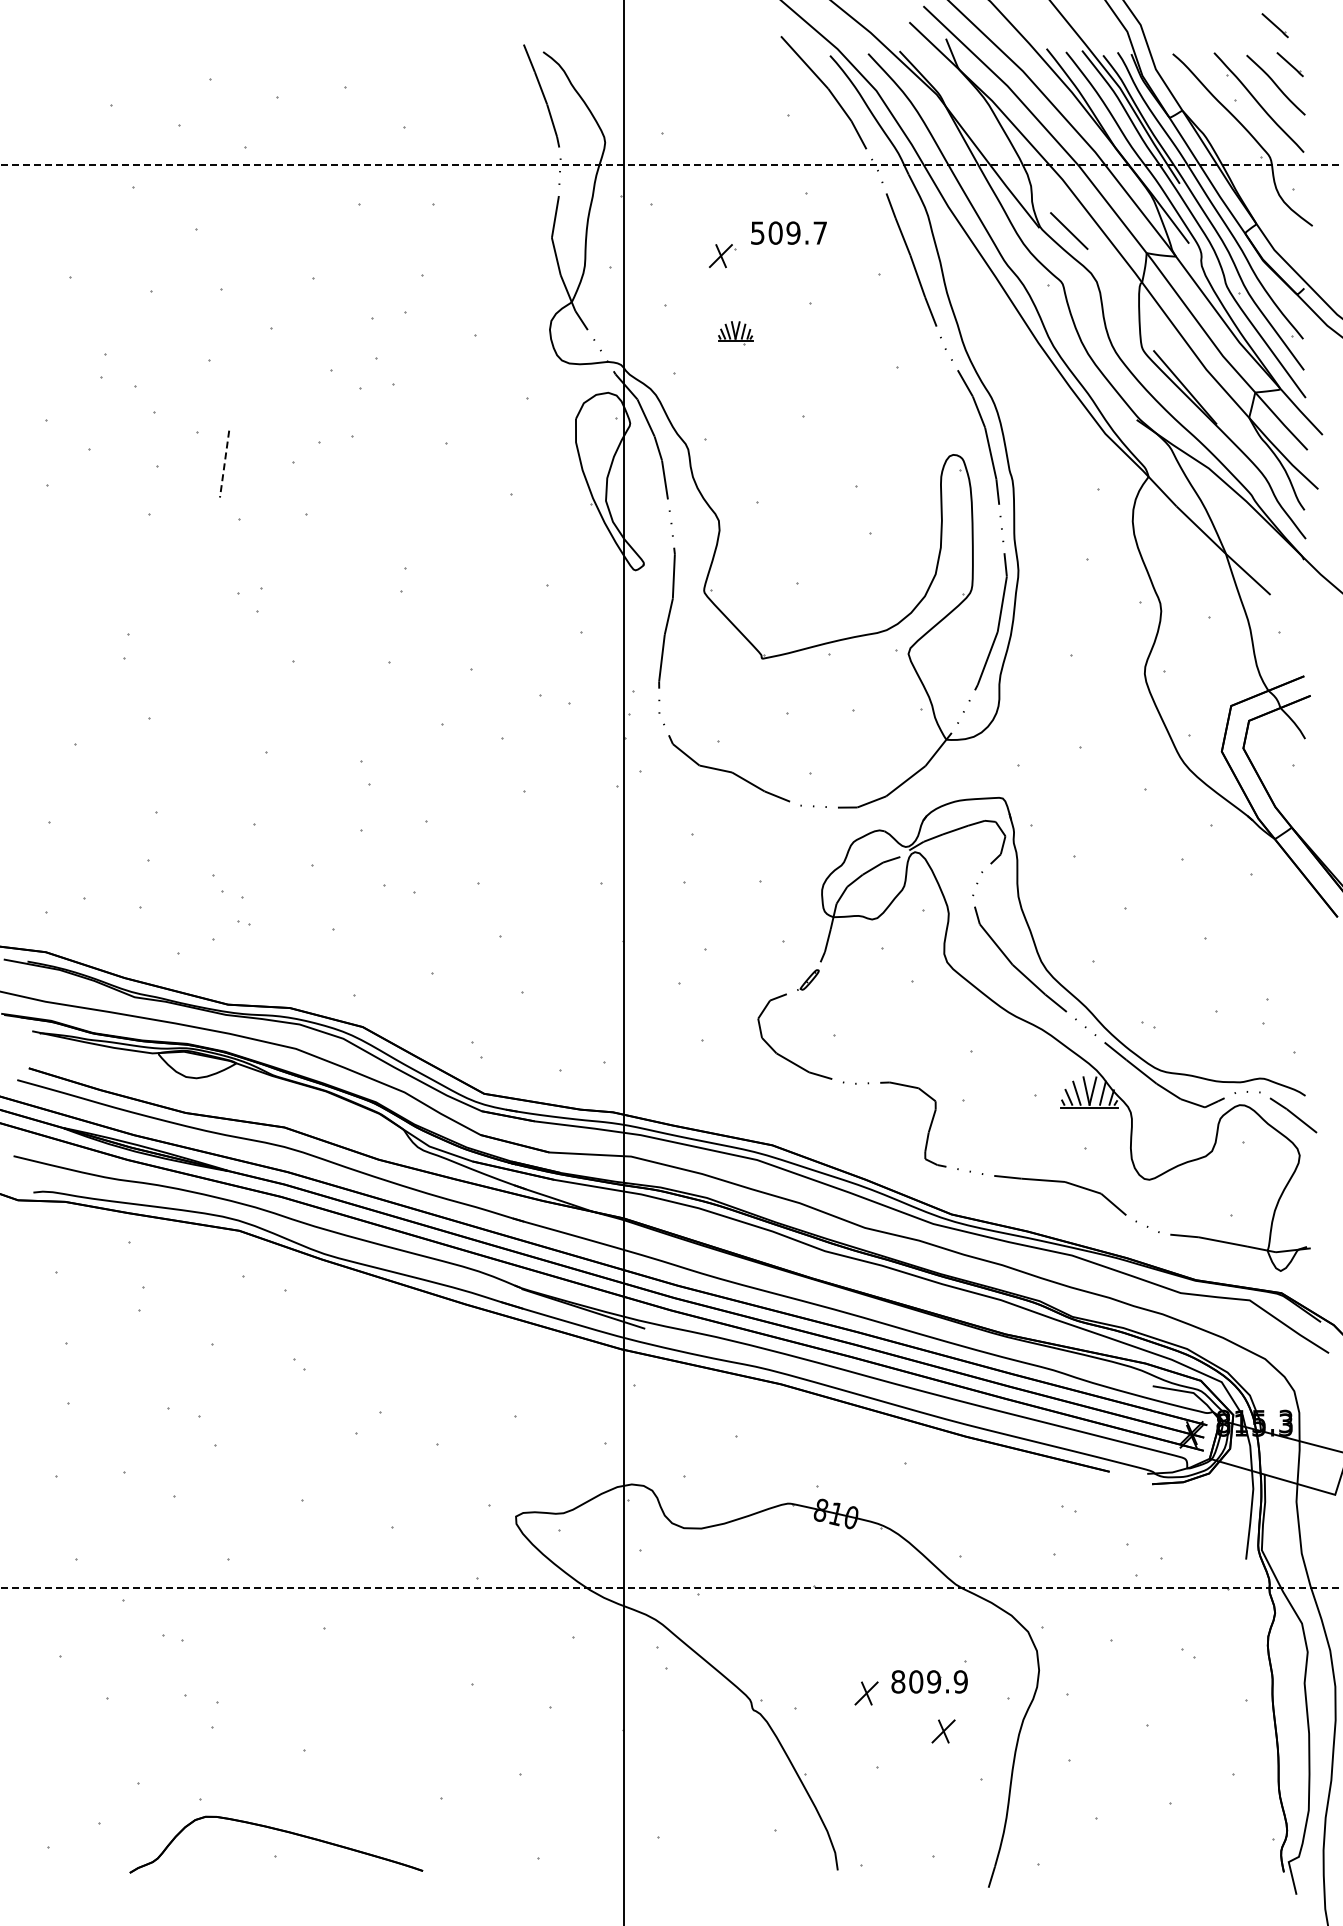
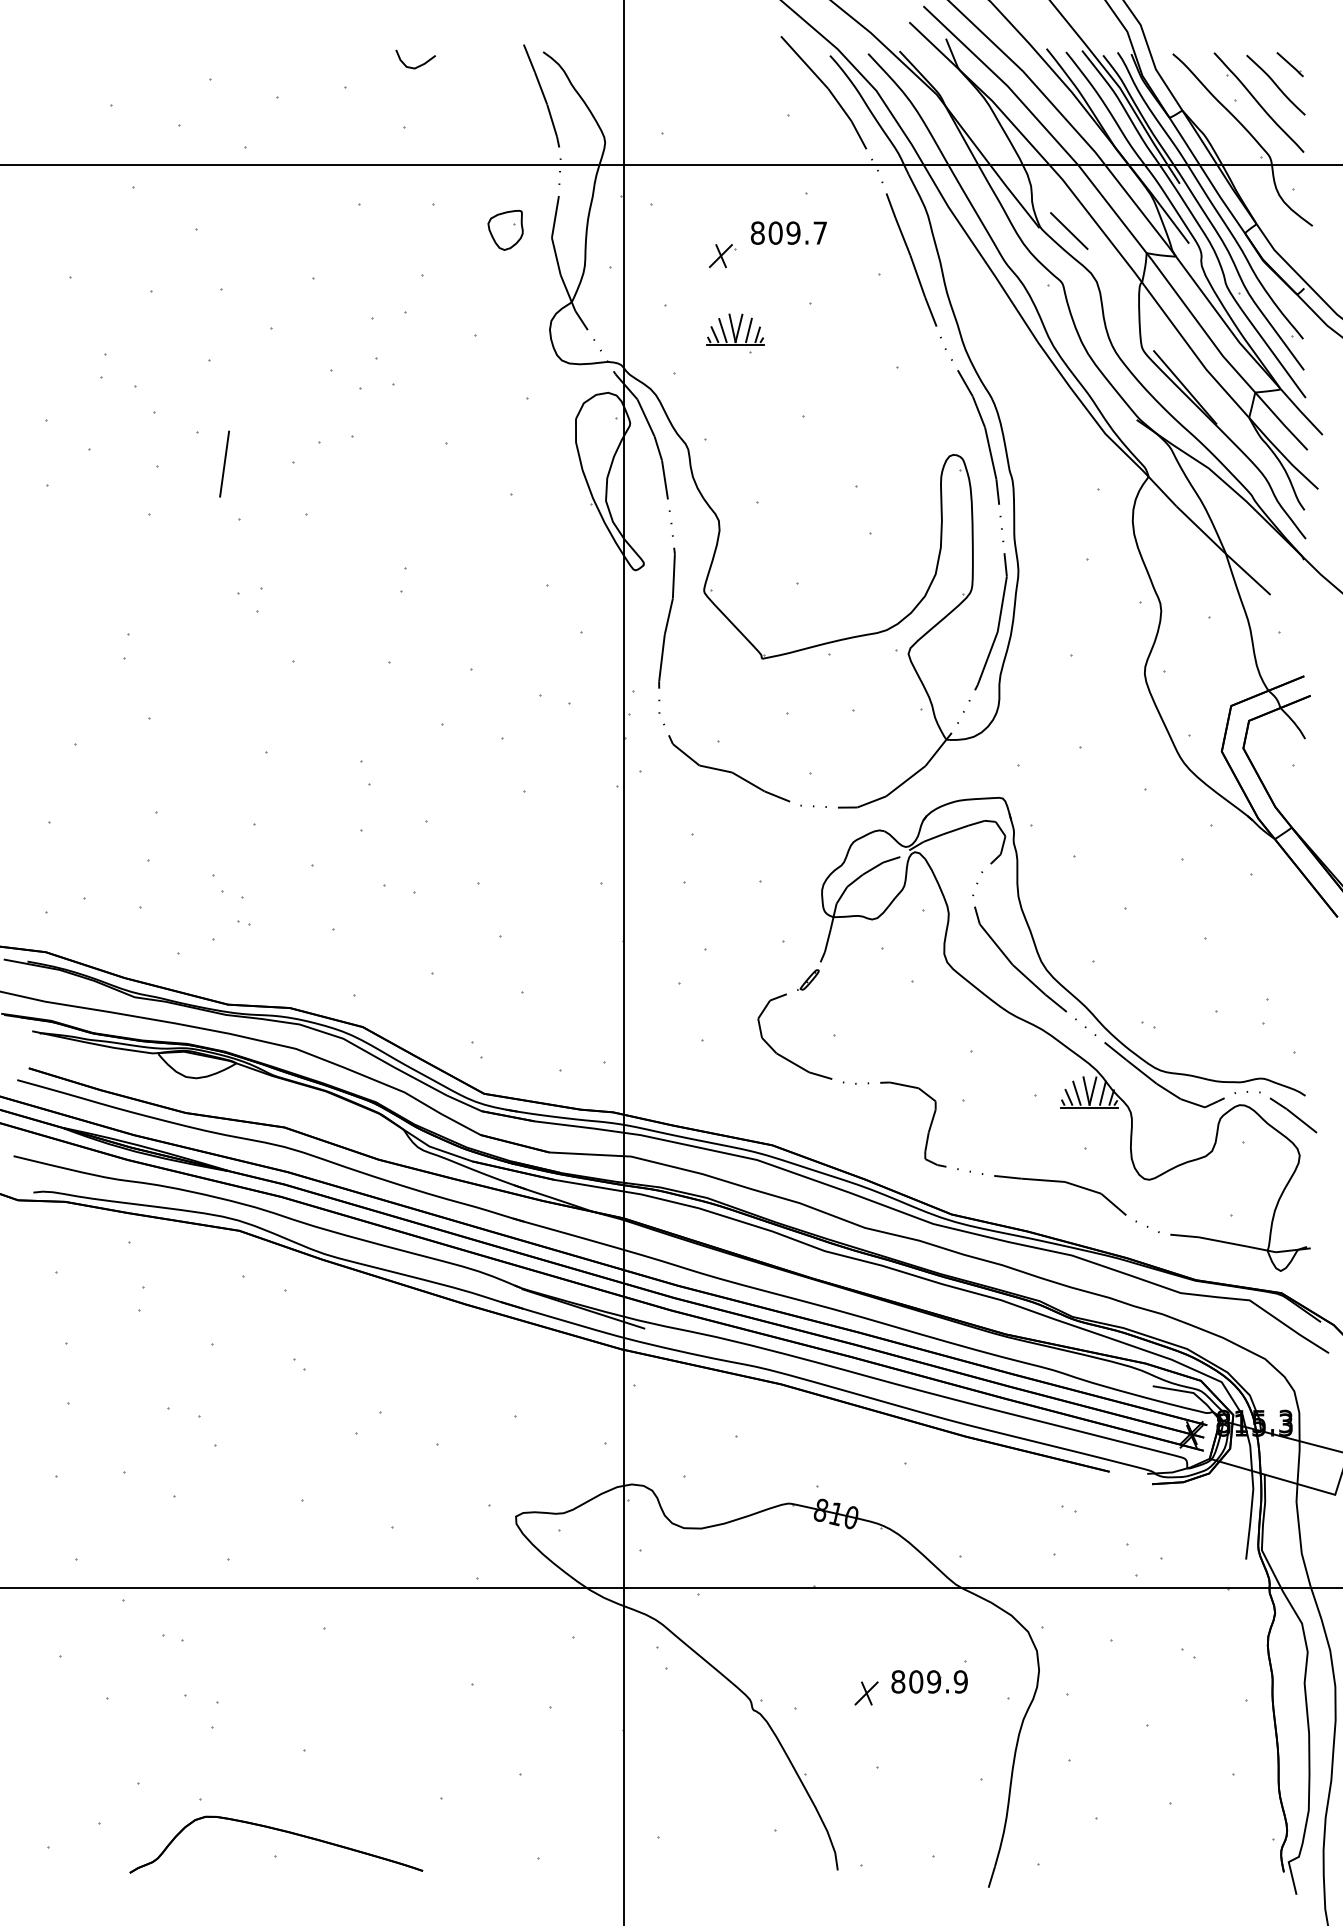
part at (1274, 25): present -> none
curve at (418, 65): none -> present
line at (671, 165): dashed -> solid
part at (505, 229): none -> present
text at (757, 232): 509.7 -> 809.7
part at (735, 333) size: 36x25 px -> 59x41 px
line at (224, 464): dashed -> solid
line at (671, 1587): dashed -> solid
part at (943, 1731): present -> none
